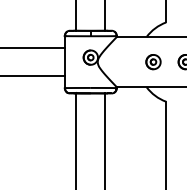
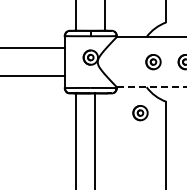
line at (151, 87): solid -> dashed
part at (140, 113): none -> present
line at (105, 139) position: (105, 139) -> (95, 139)
